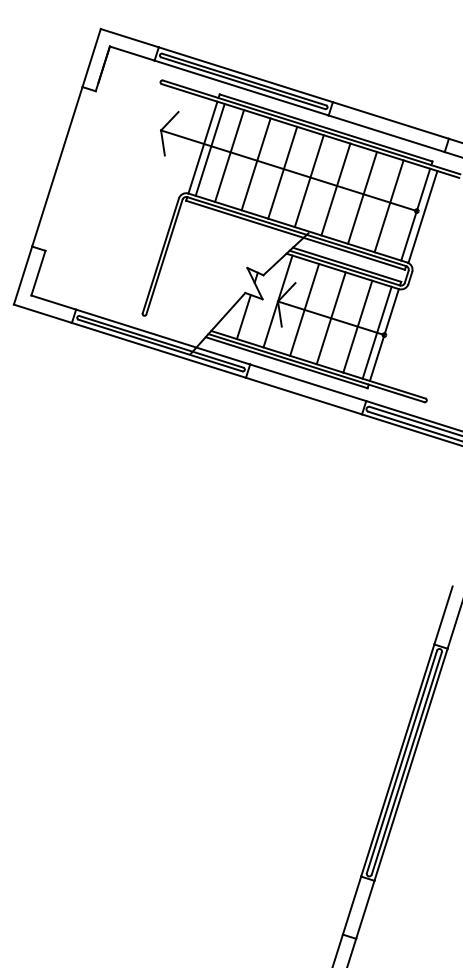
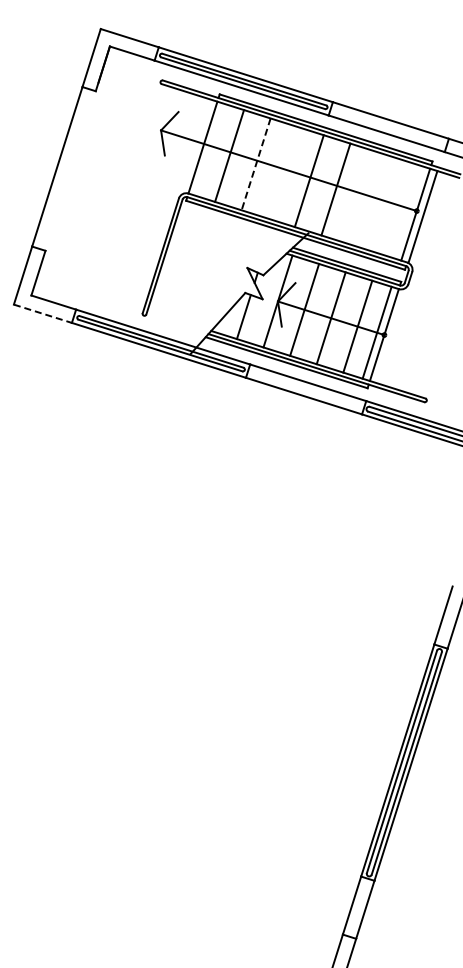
line at (209, 149): present -> none
line at (255, 164): solid -> dashed
line at (282, 172): present -> none
line at (362, 197): present -> none
line at (388, 206): present -> none
line at (43, 313): solid -> dashed
